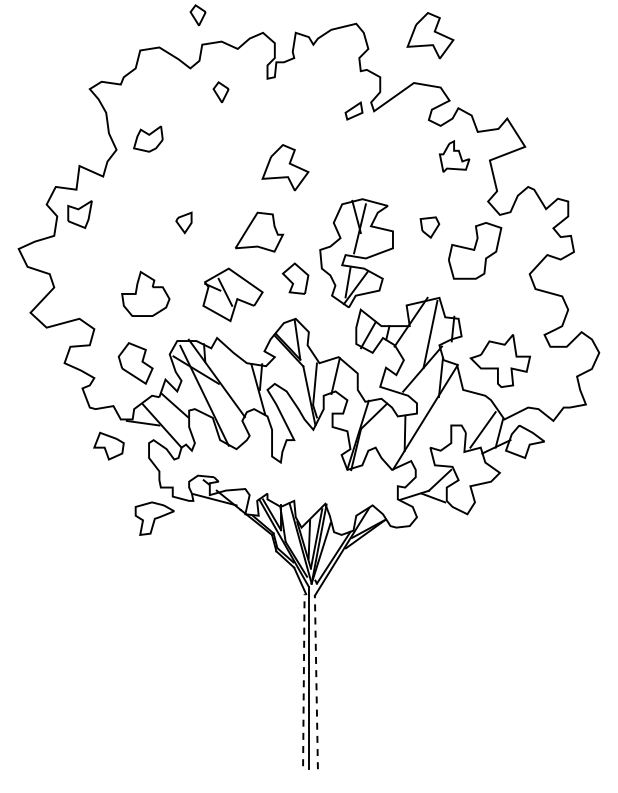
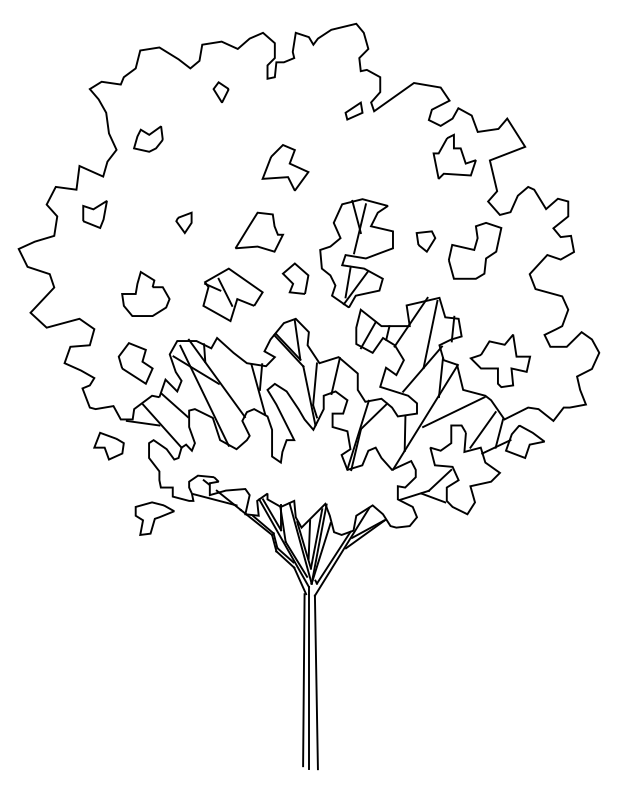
part at (197, 14): present -> none
part at (430, 35): present -> none
part at (454, 156) size: 33x33 px -> 45x47 px
part at (79, 214) position: (79, 214) -> (94, 214)
part at (429, 227) position: (429, 227) -> (425, 241)
line at (453, 412): none -> present
line at (303, 679): dashed -> solid
line at (316, 682): dashed -> solid
